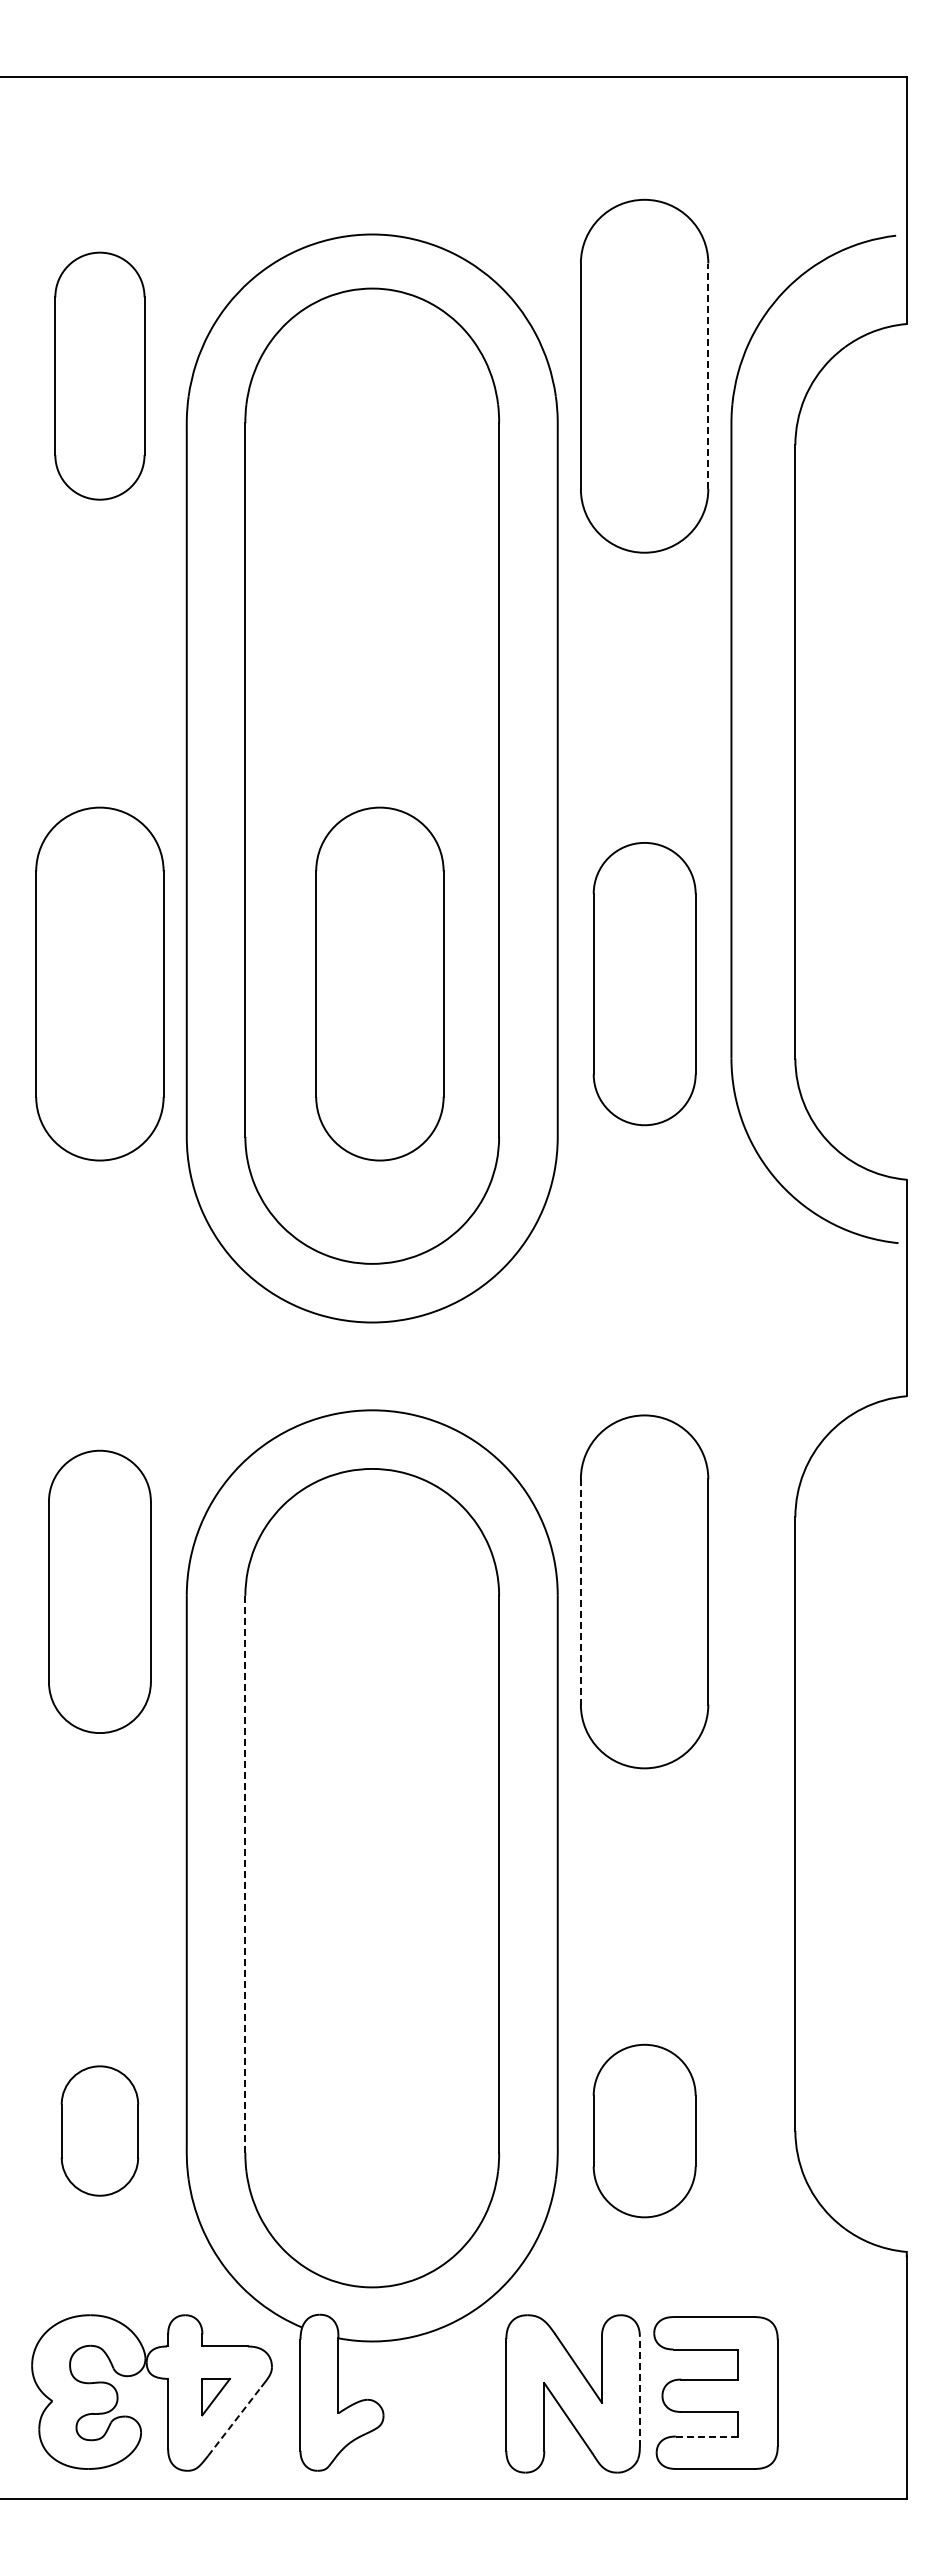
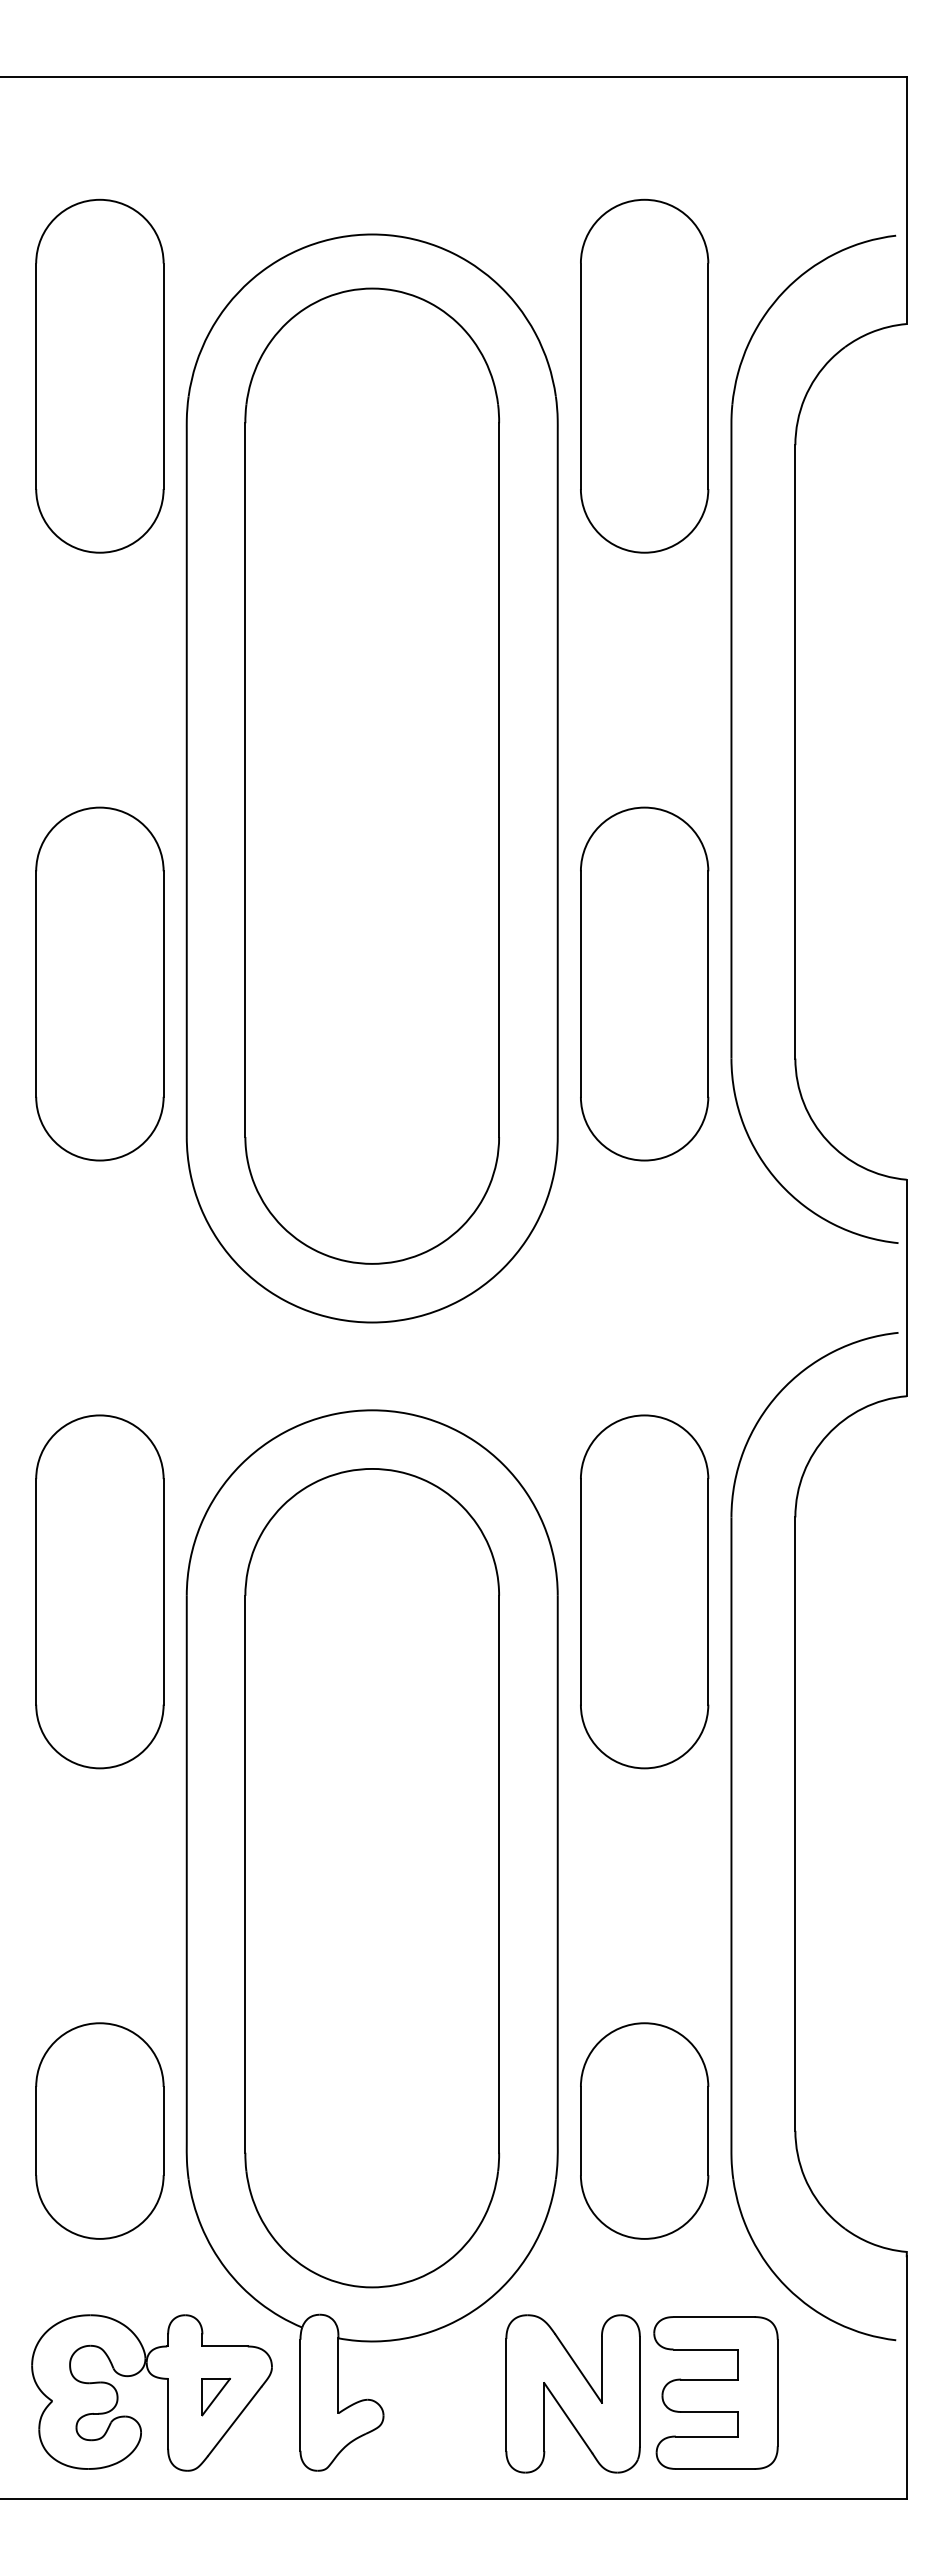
part at (99, 375) size: 92x250 px -> 130x356 px
line at (708, 376): dashed -> solid
part at (379, 983): present -> none
part at (644, 984) size: 105x285 px -> 130x356 px
part at (99, 1591) size: 104x285 px -> 130x356 px
line at (580, 1591): dashed -> solid
part at (732, 1836): none -> present
line at (245, 1874): dashed -> solid
part at (99, 2130) size: 80x132 px -> 130x218 px
part at (644, 2130) size: 105x176 px -> 130x218 px
line at (639, 2391): dashed -> solid
line at (234, 2421): dashed -> solid
line at (706, 2436): dashed -> solid
